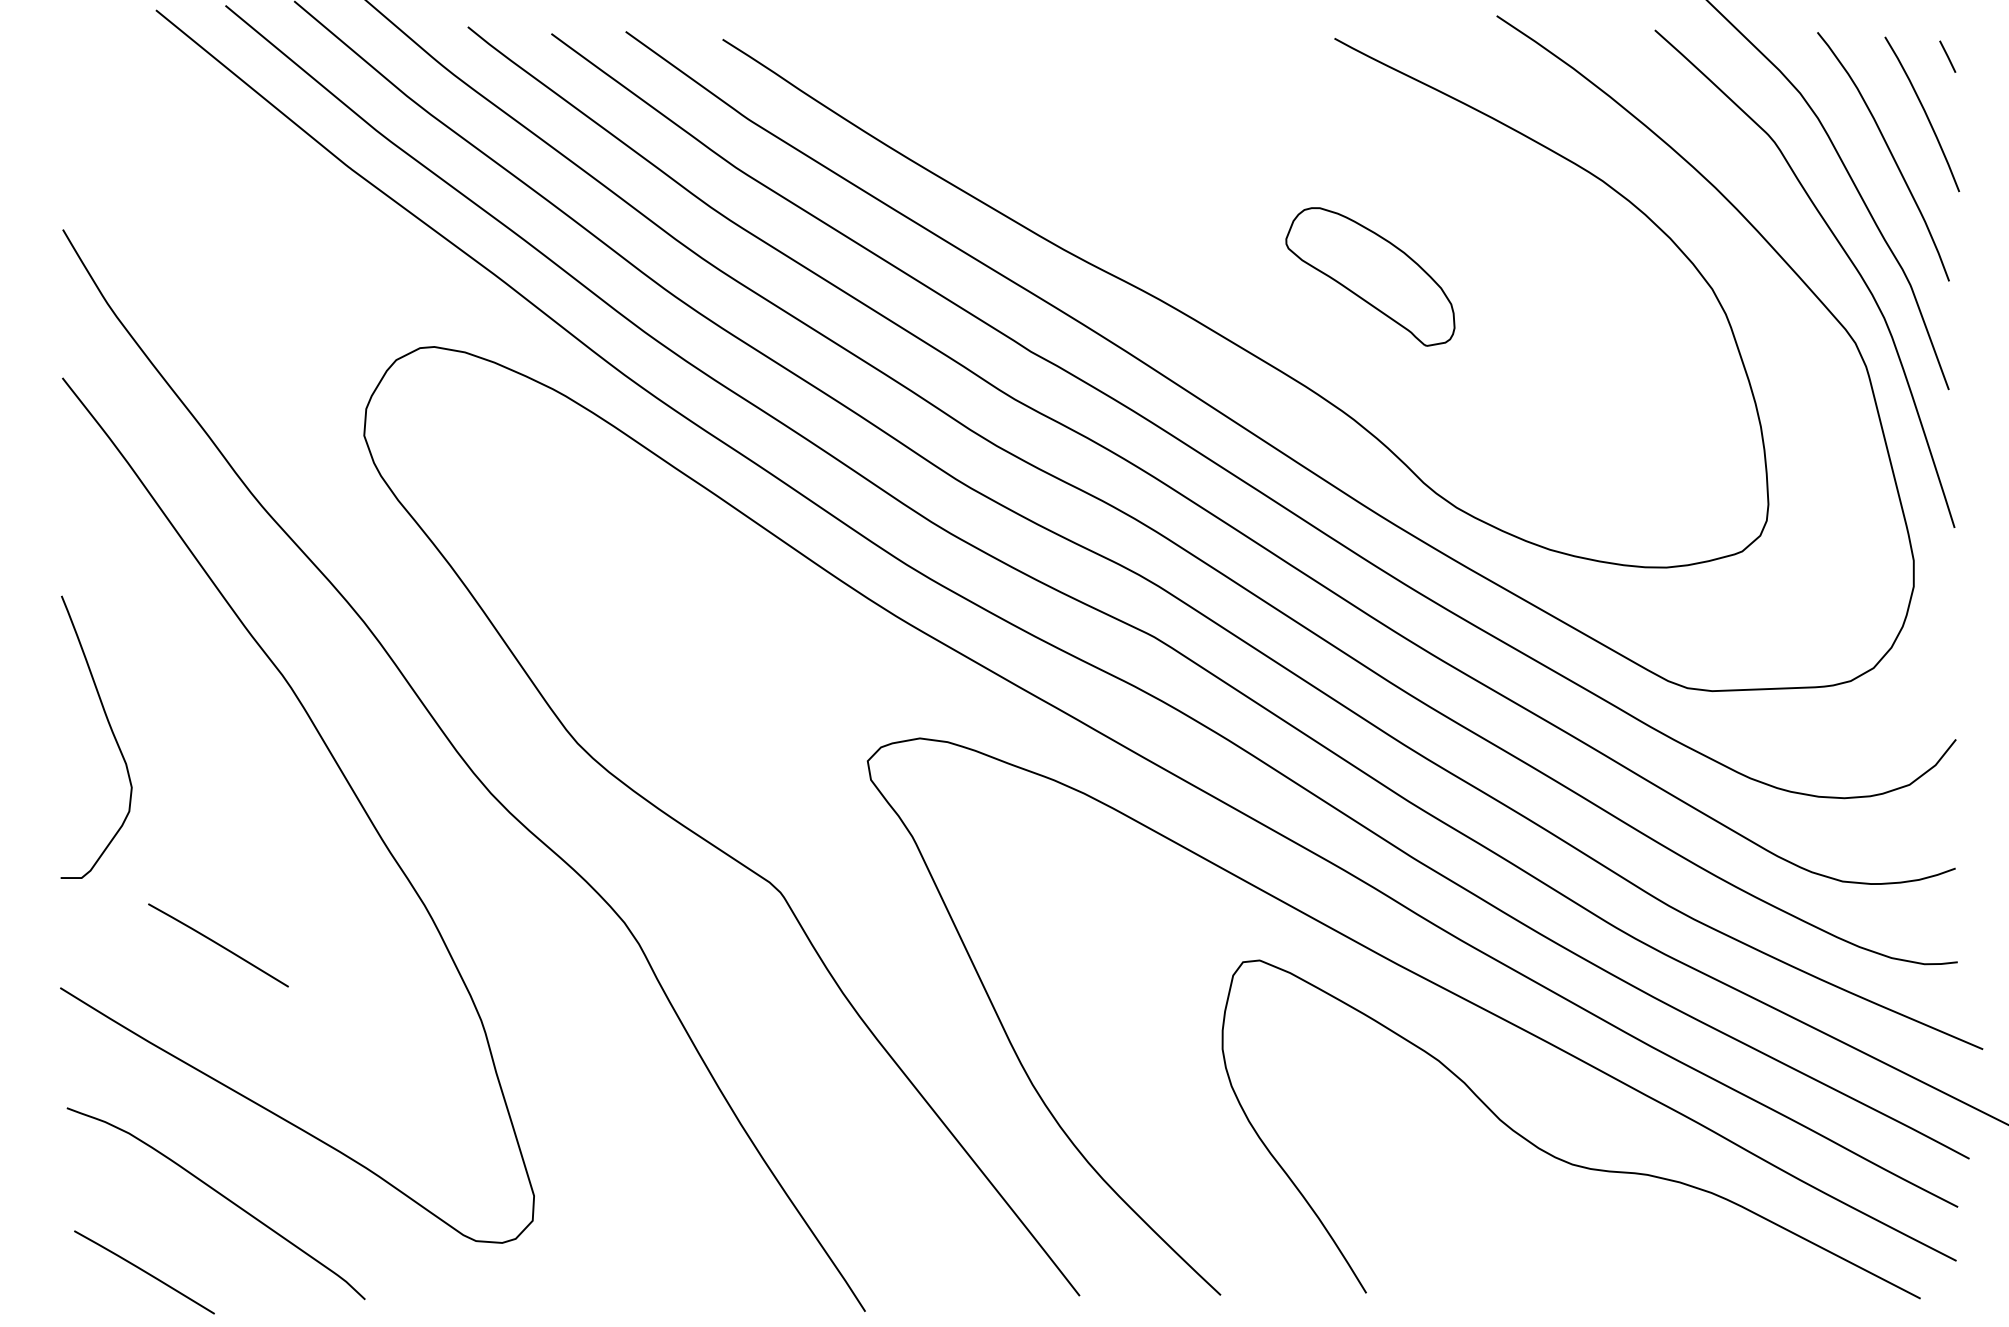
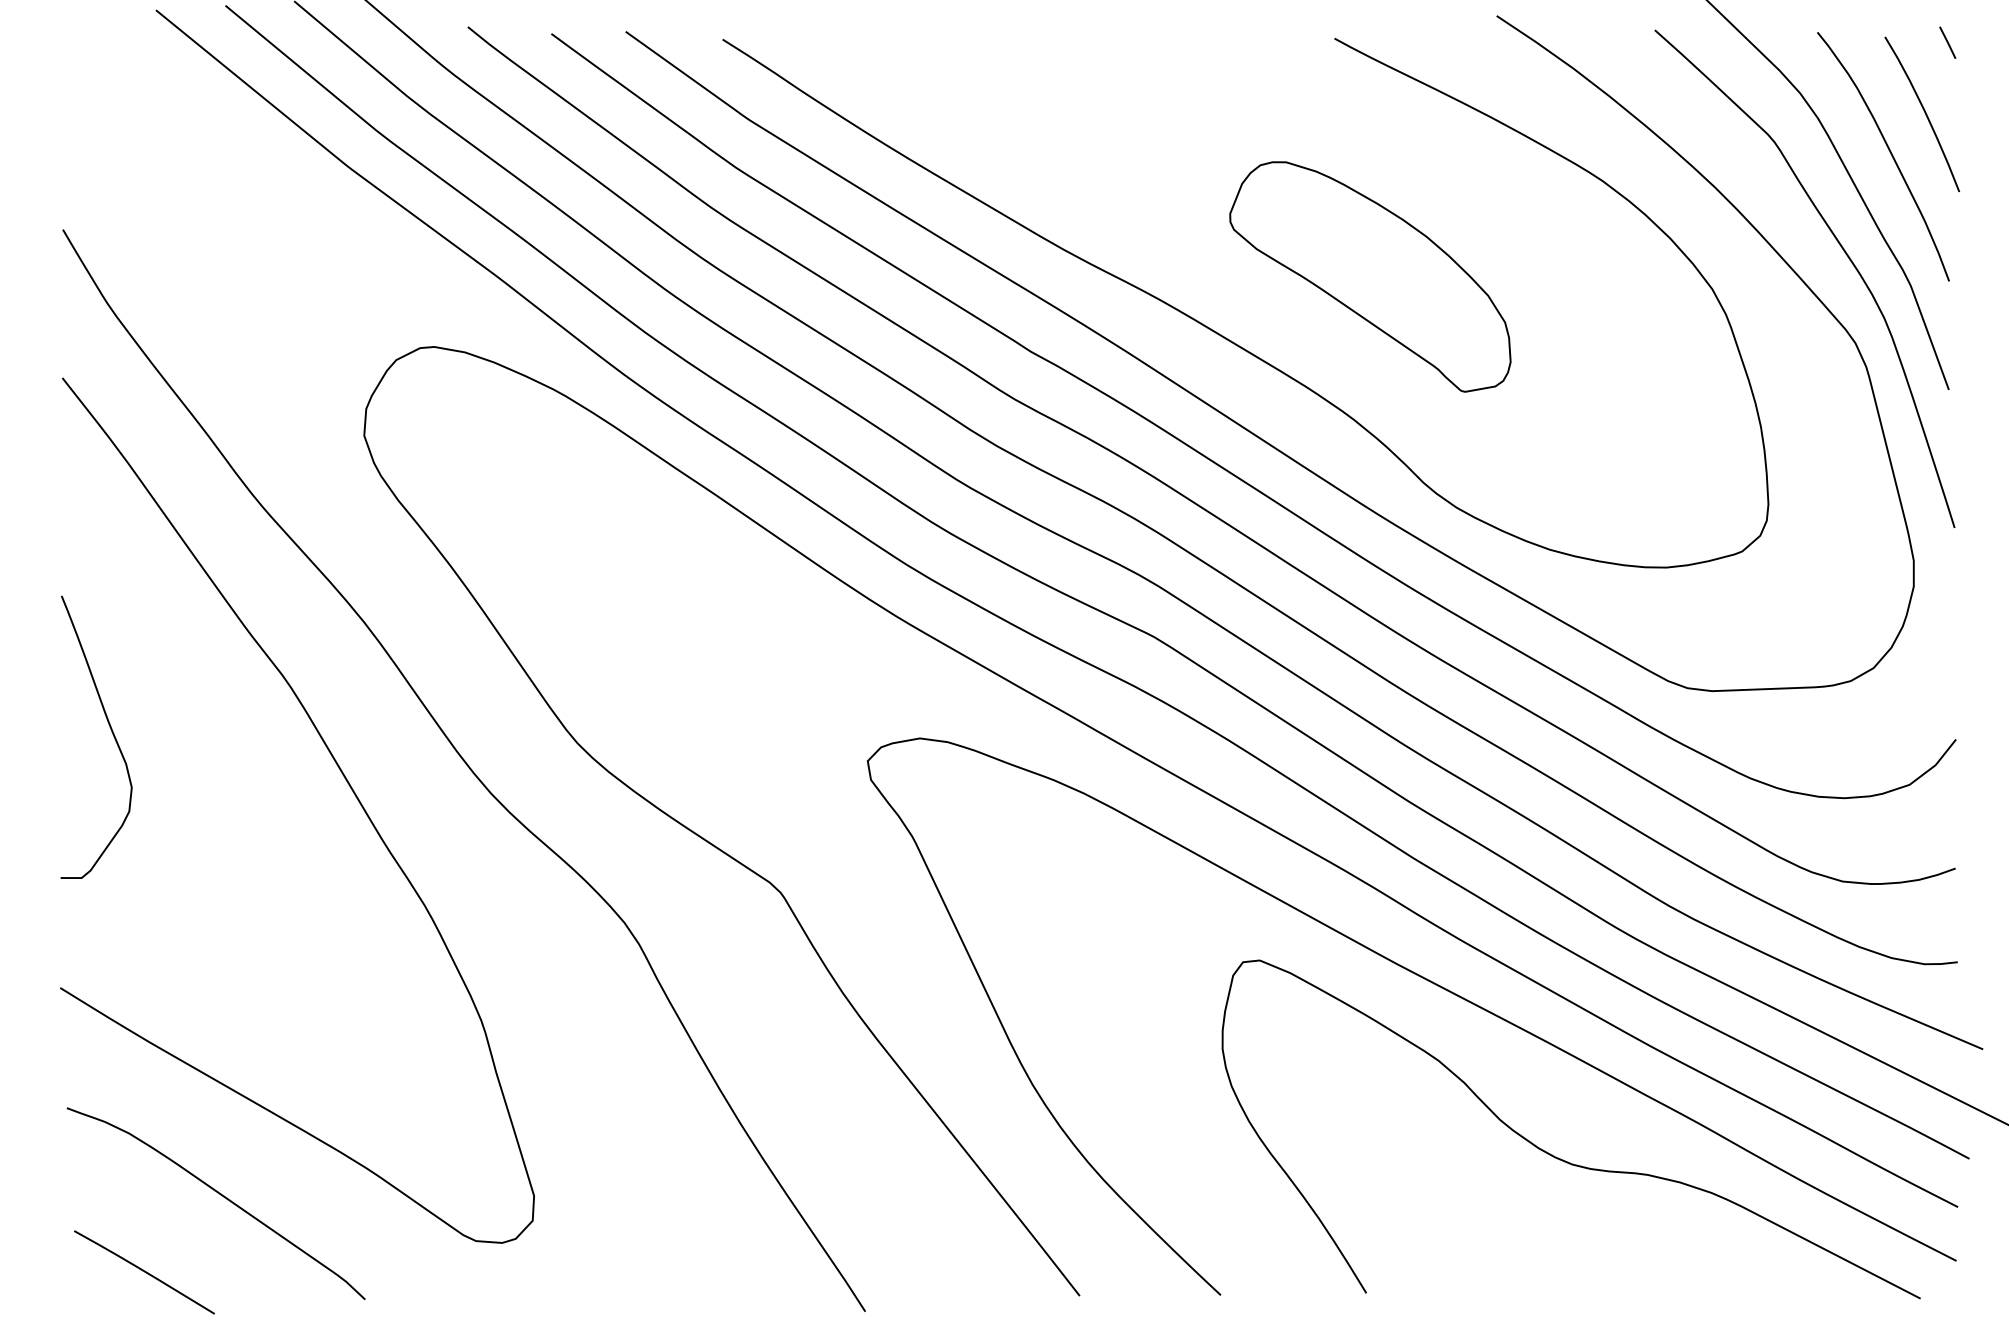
line at (1947, 56) position: (1947, 56) -> (1947, 42)
part at (1370, 276) size: 171x140 px -> 283x232 px
curve at (218, 945): present -> none
